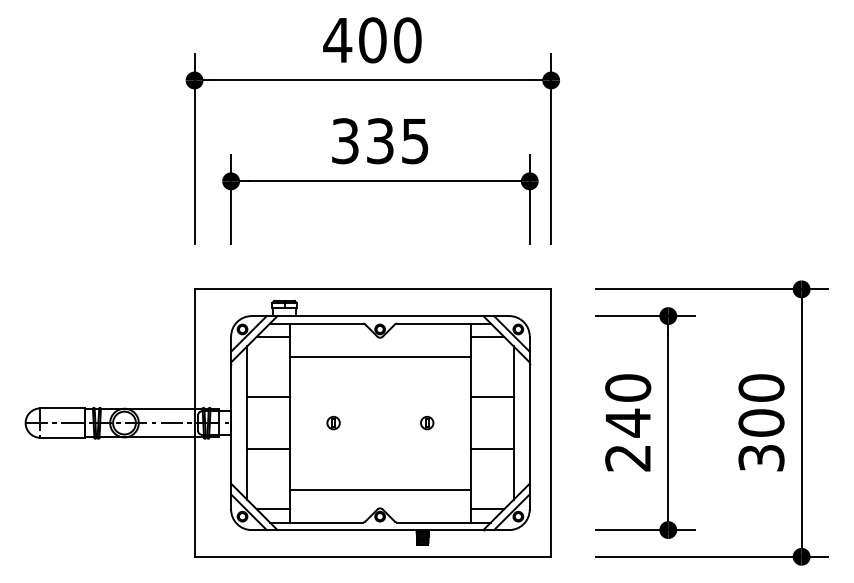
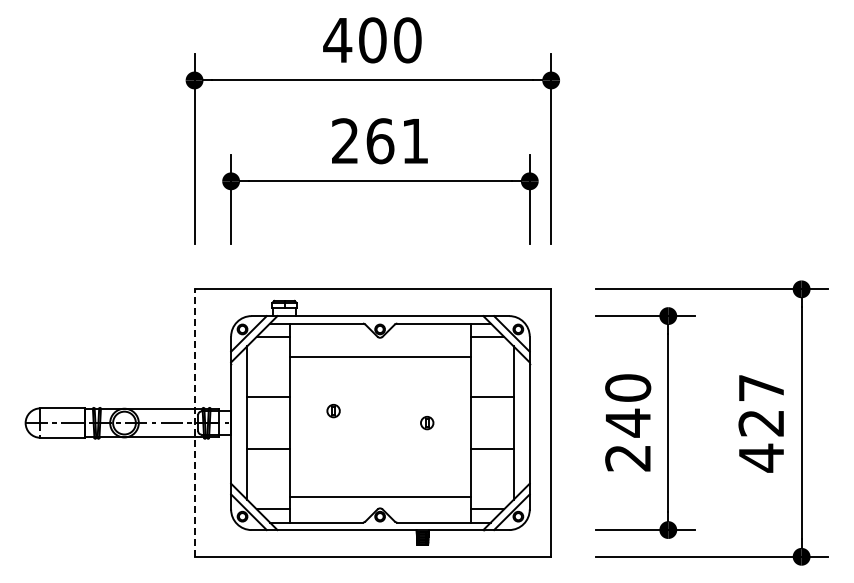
text at (380, 141): 335 -> 261
line at (194, 423): solid -> dashed
part at (333, 423) position: (333, 423) -> (333, 411)
text at (761, 423): 300 -> 427
line at (380, 489) position: (380, 489) -> (380, 496)
